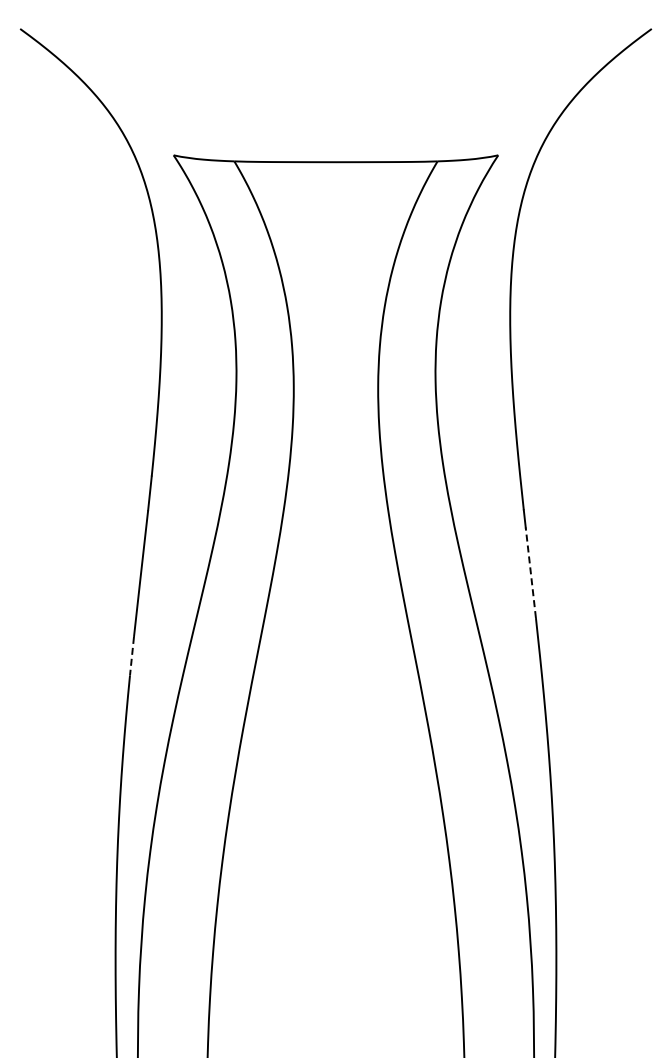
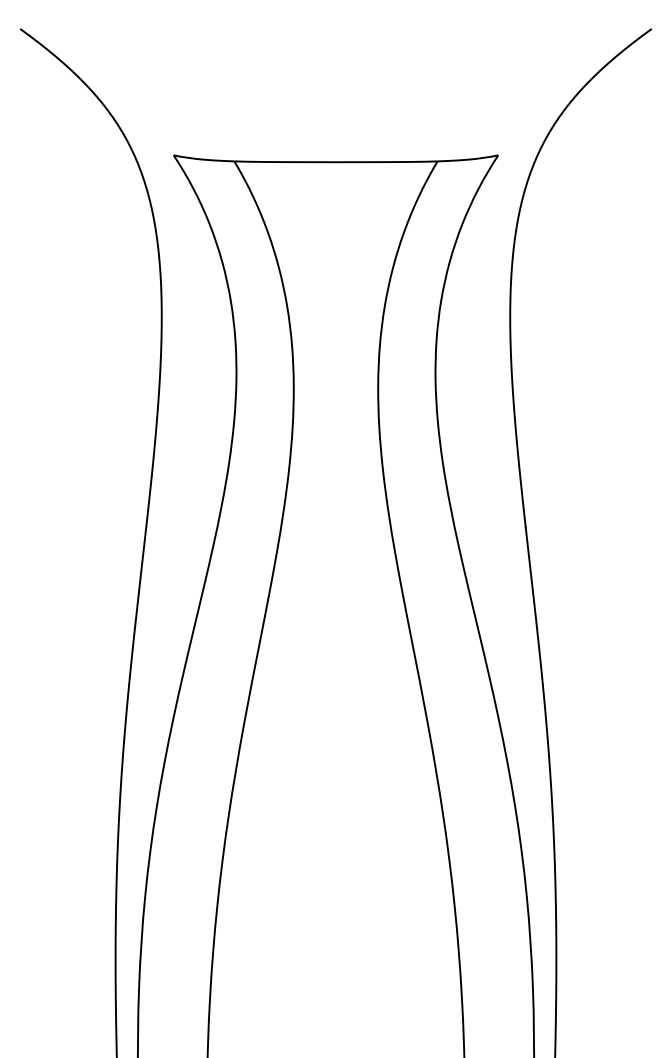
line at (530, 572): dashed -> solid
line at (131, 656): dashed -> solid
